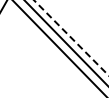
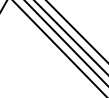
line at (76, 31): none -> present
line at (71, 37): dashed -> solid
